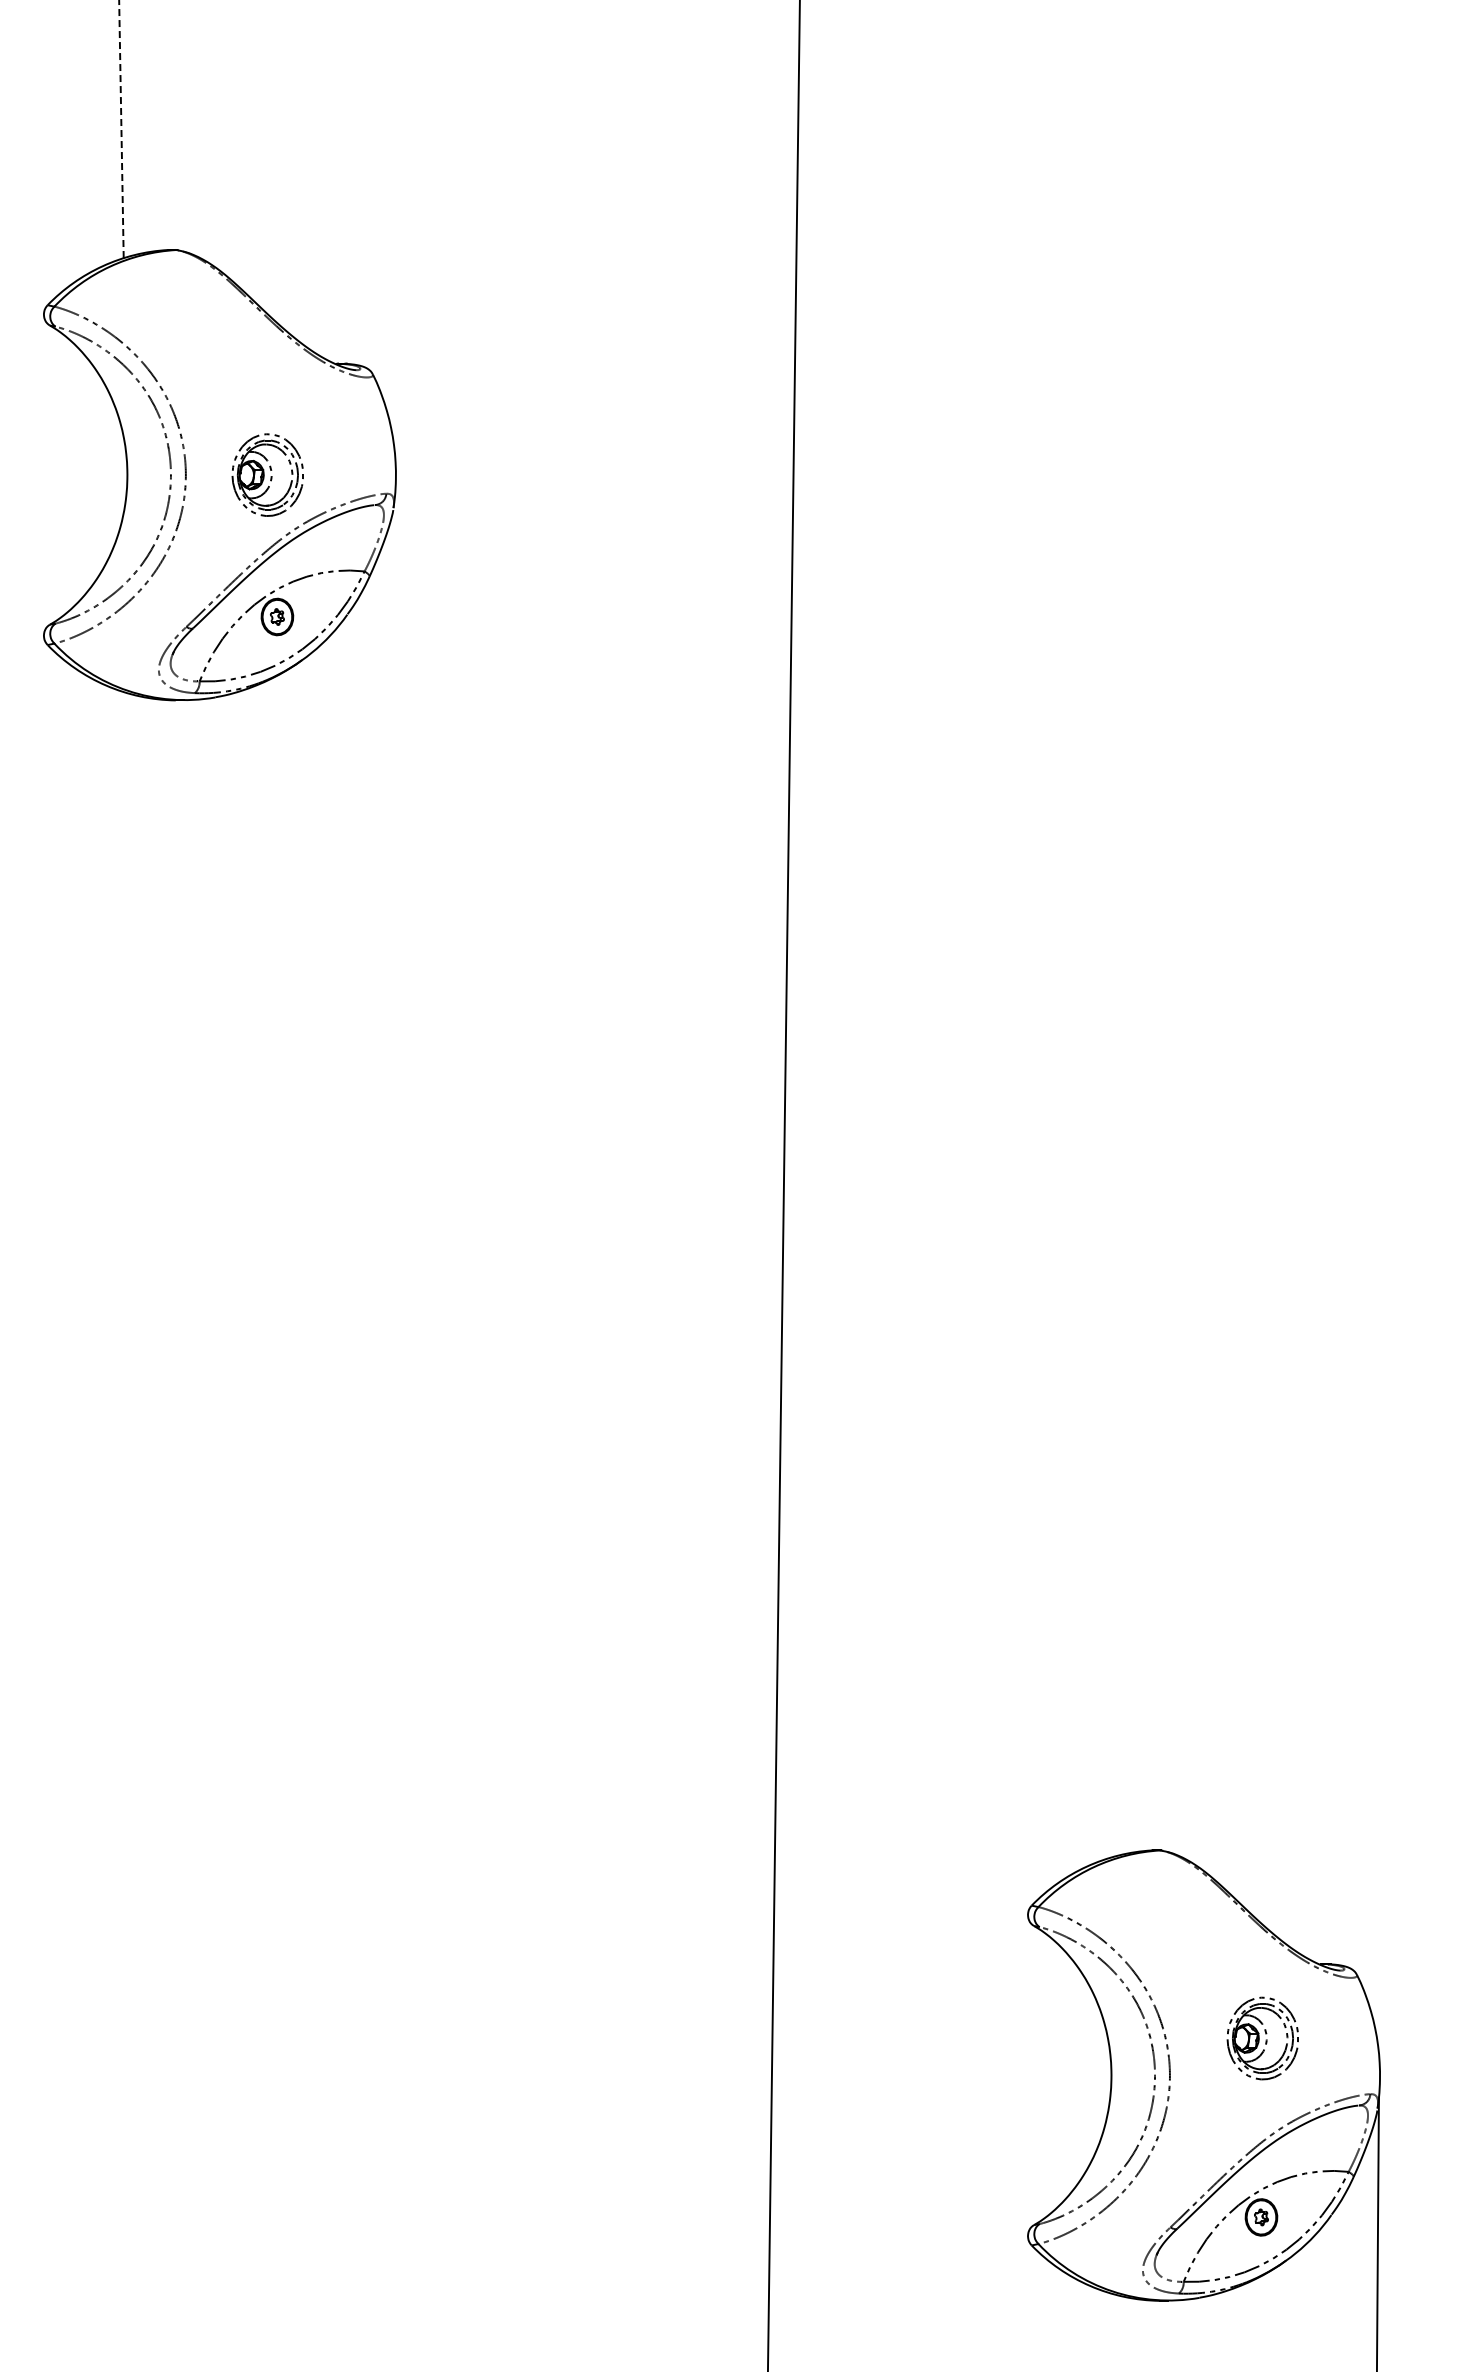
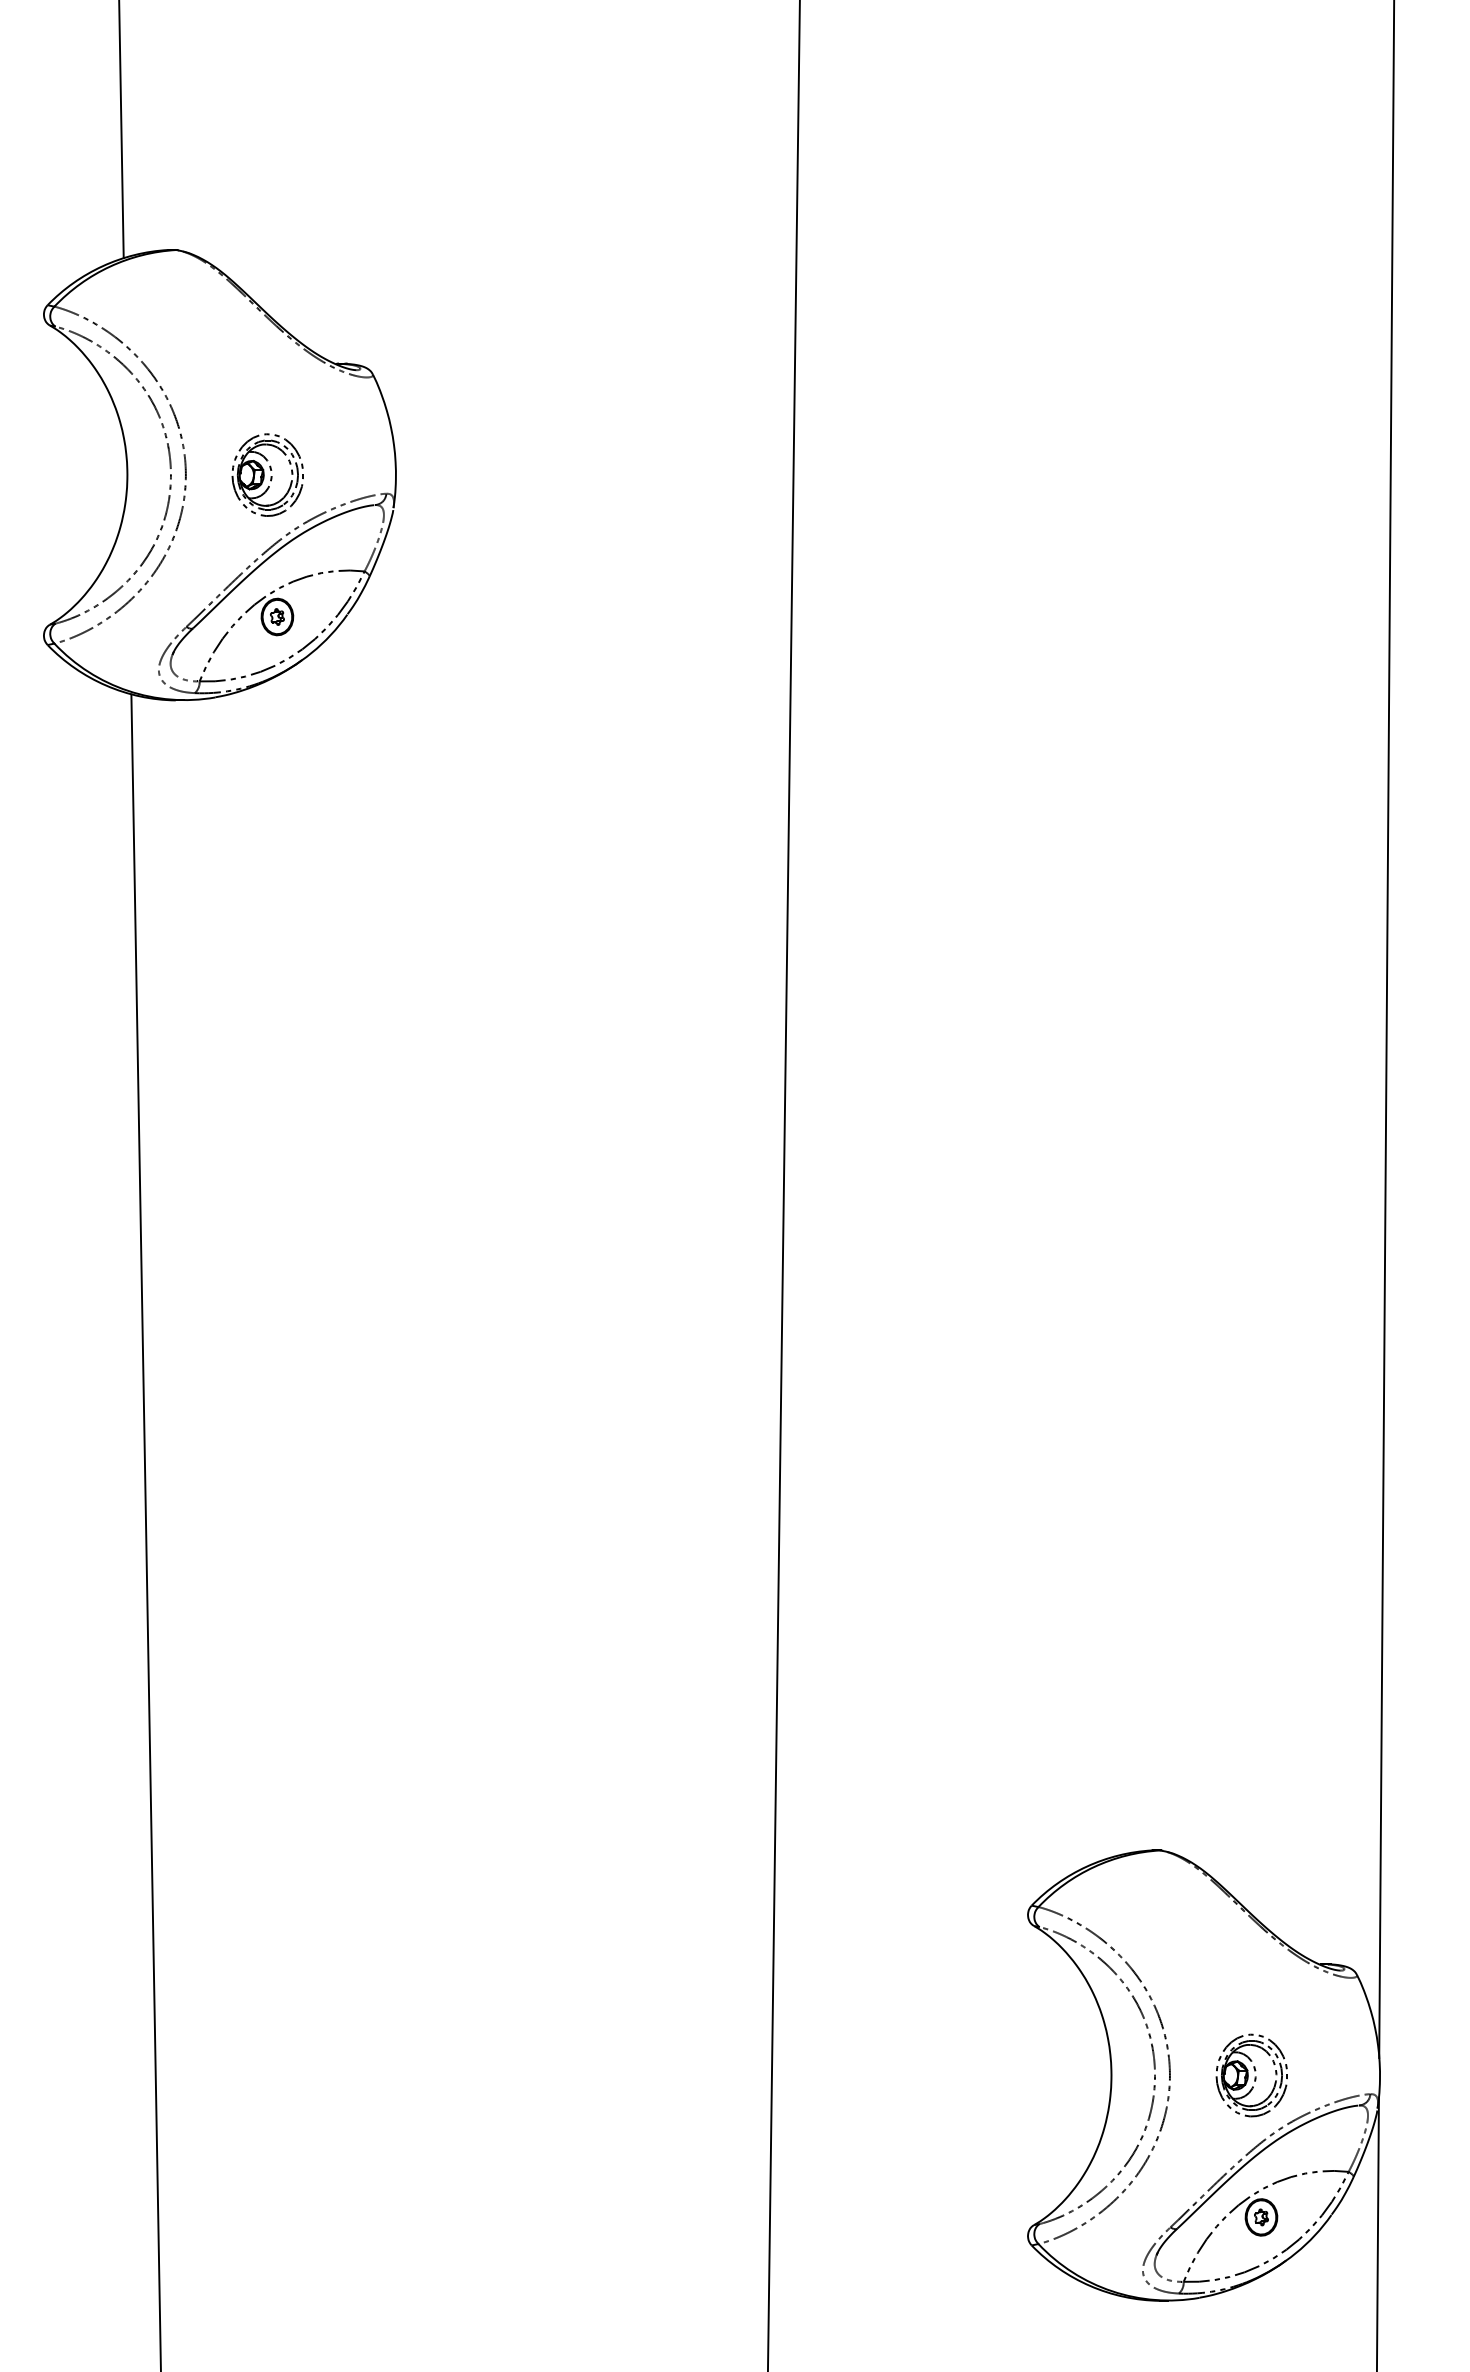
line at (121, 129): dashed -> solid
line at (1386, 1030): none -> present
line at (145, 1531): none -> present
part at (1262, 2038) position: (1262, 2038) -> (1251, 2075)
